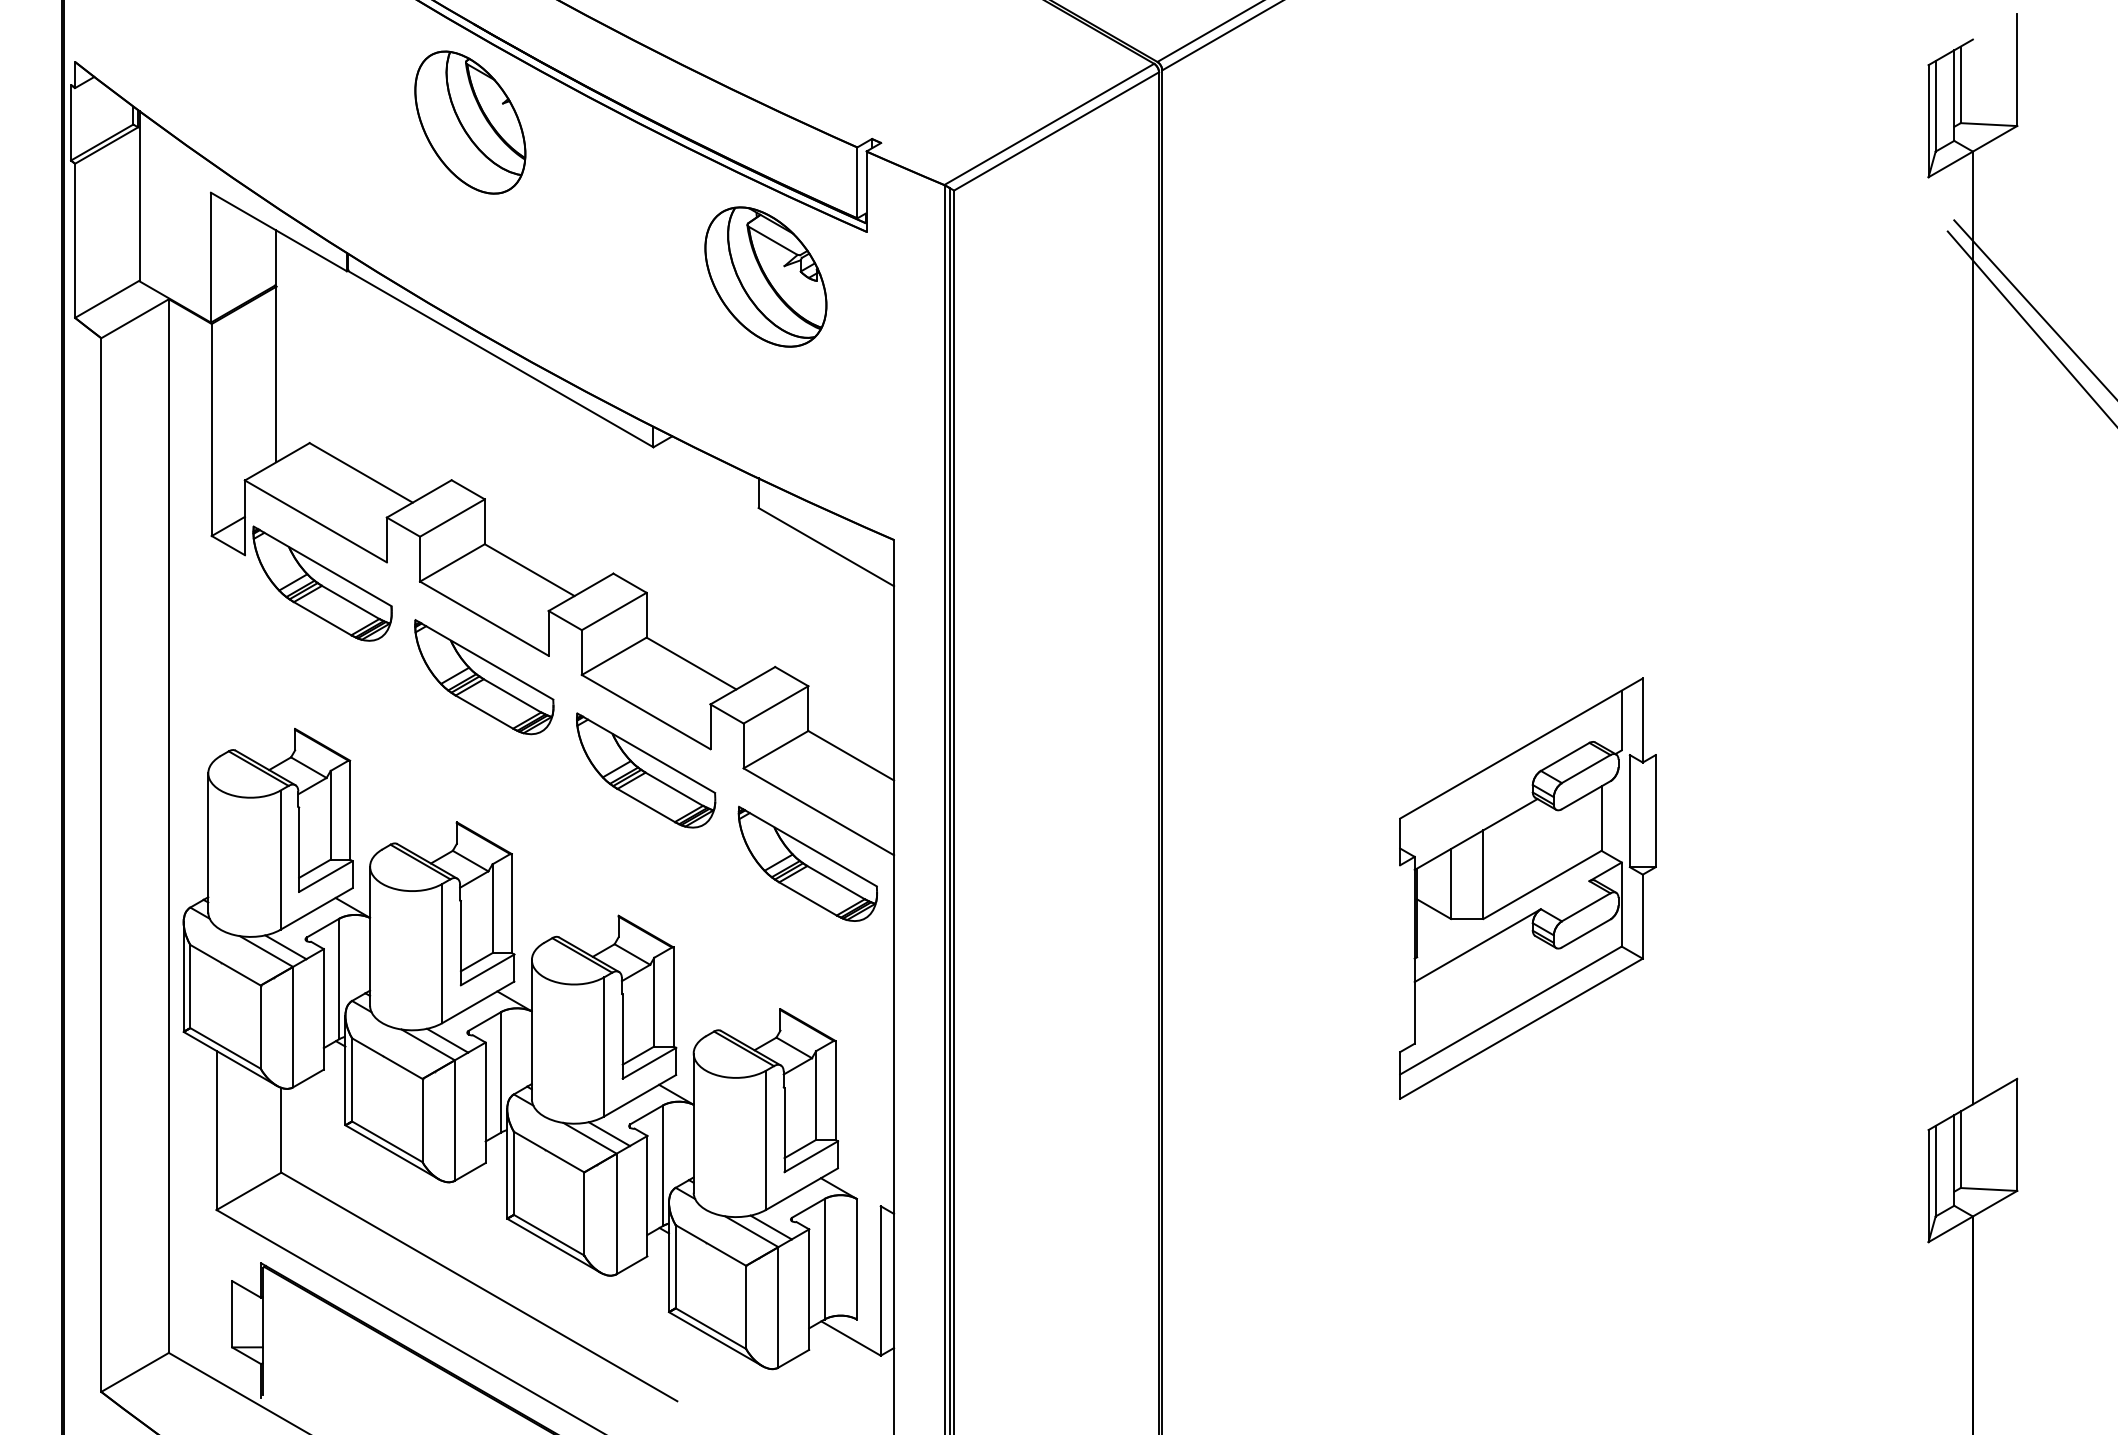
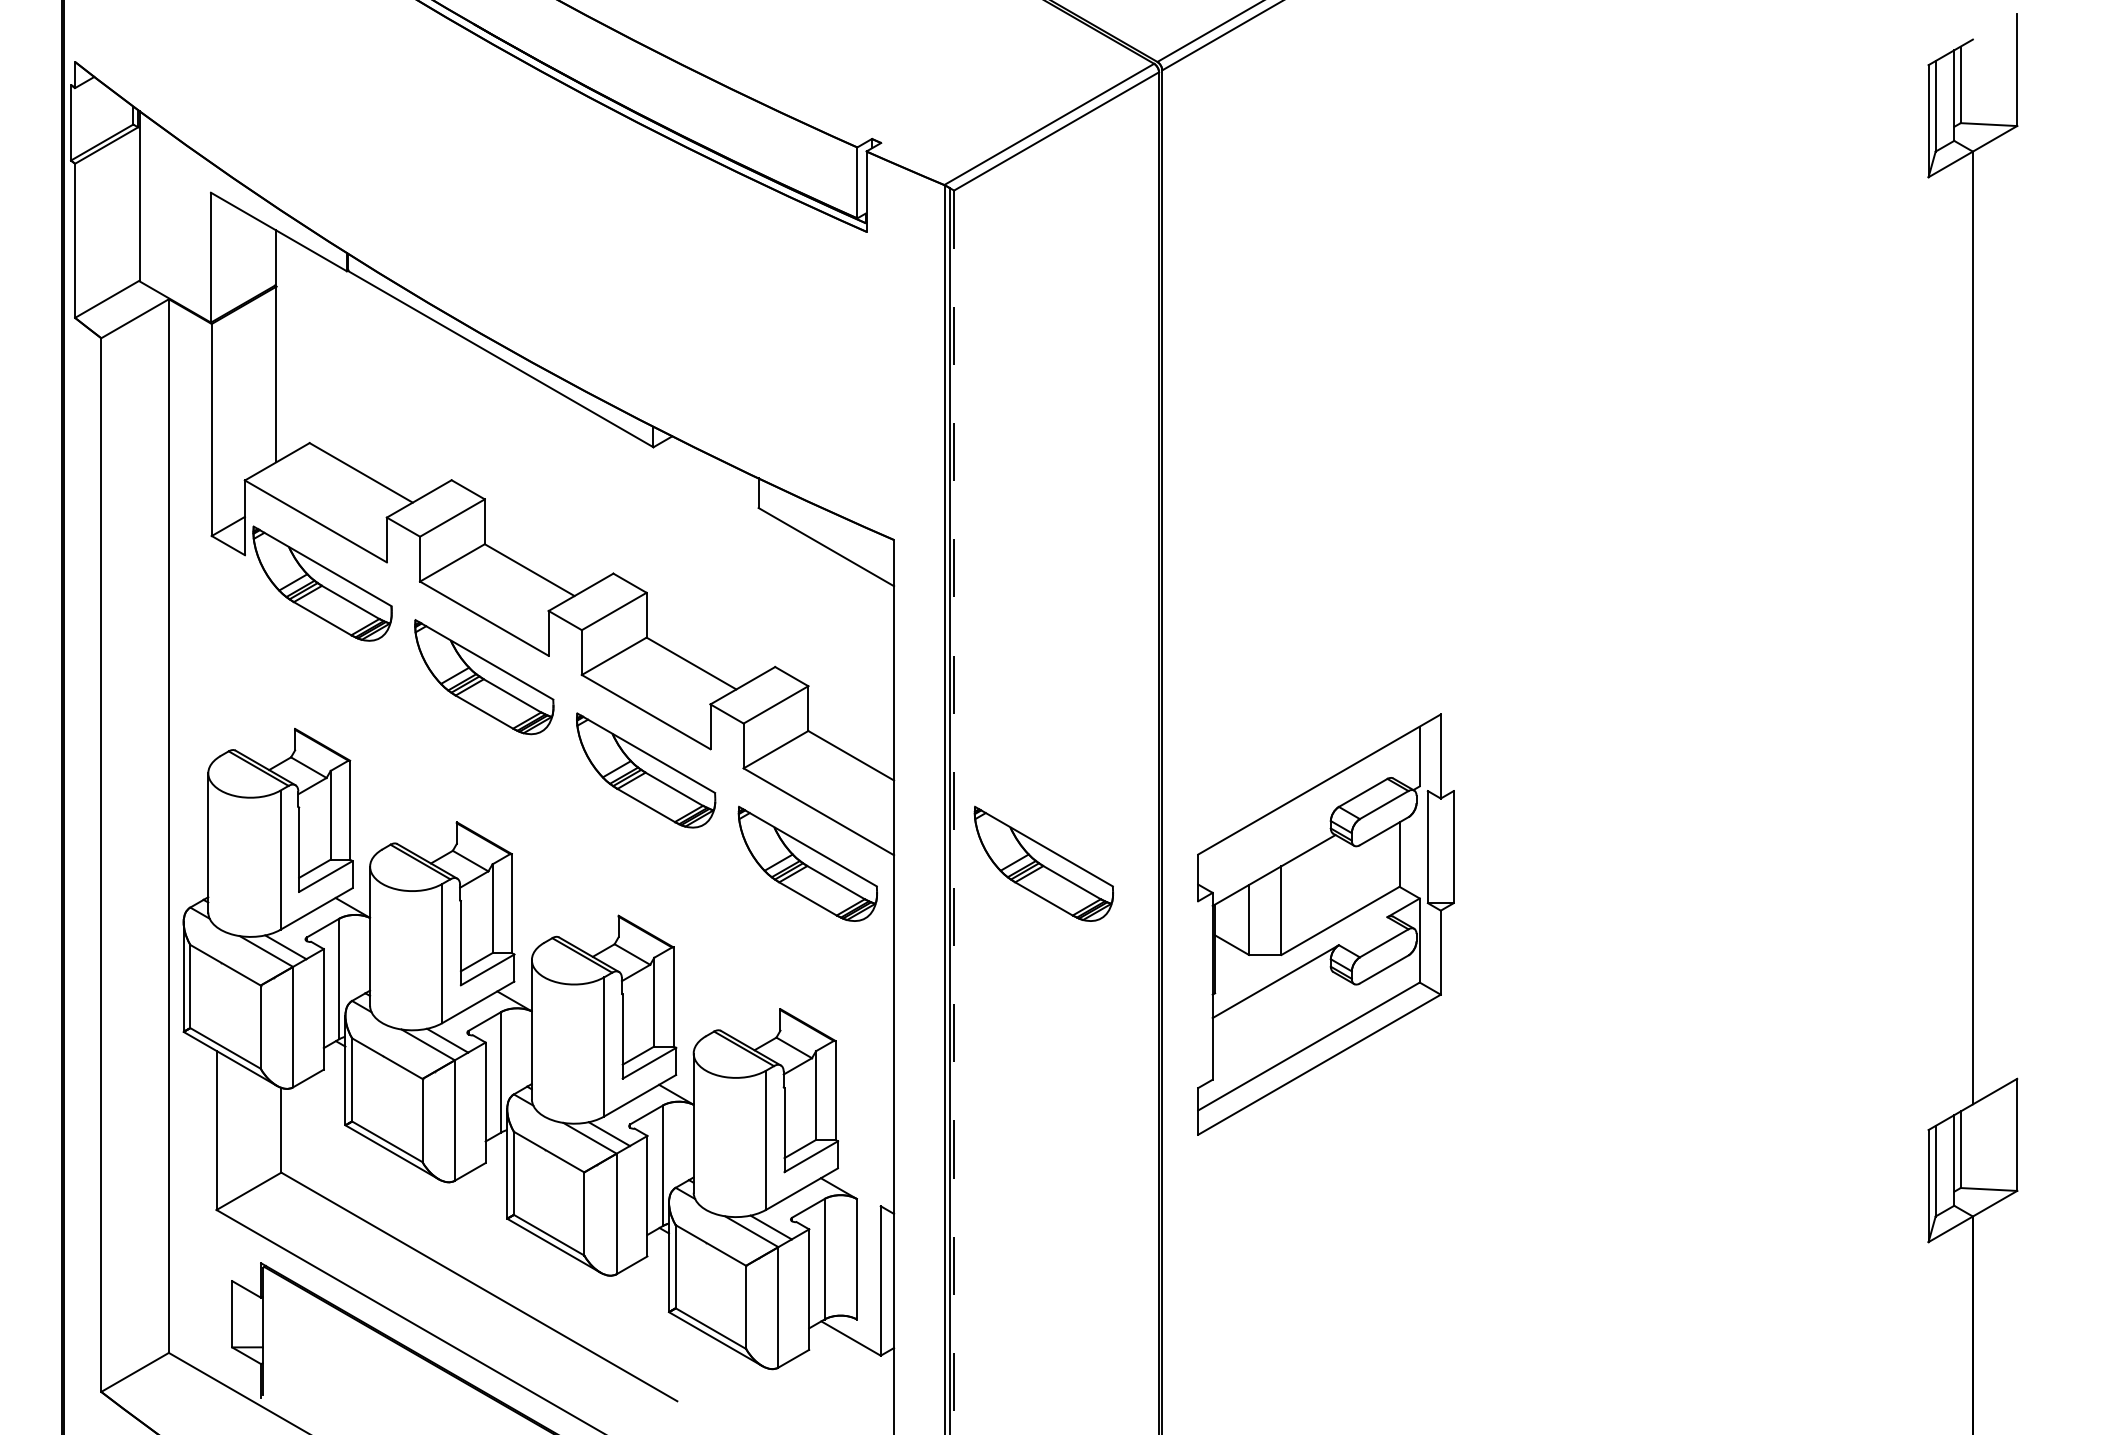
part at (470, 122): present -> none
part at (765, 276): present -> none
line at (2034, 308): present -> none
line at (2030, 327): present -> none
line at (954, 812): solid -> dashed
part at (1043, 863): none -> present
part at (1527, 888) position: (1527, 888) -> (1325, 924)
